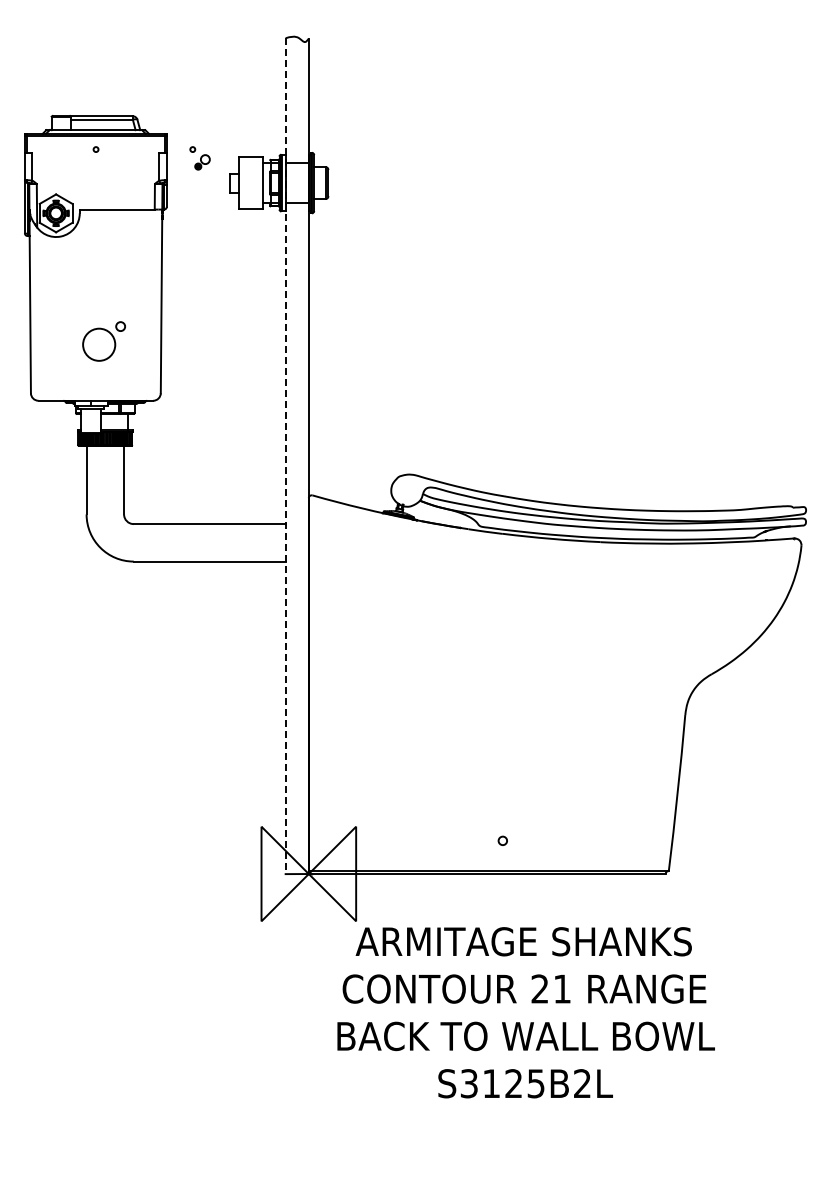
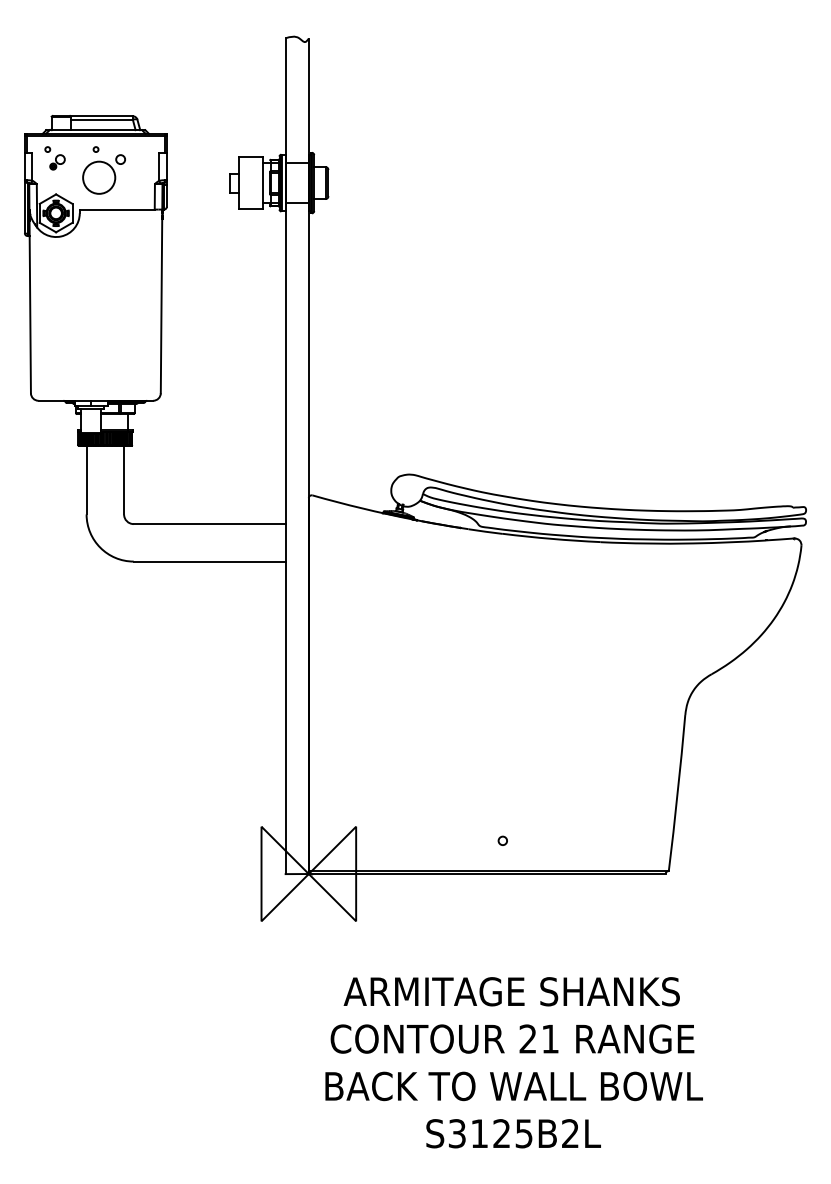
part at (199, 158) position: (199, 158) -> (54, 158)
part at (103, 341) position: (103, 341) -> (103, 174)
line at (285, 456): dashed -> solid
text at (525, 1012) position: (525, 1012) -> (513, 1062)
